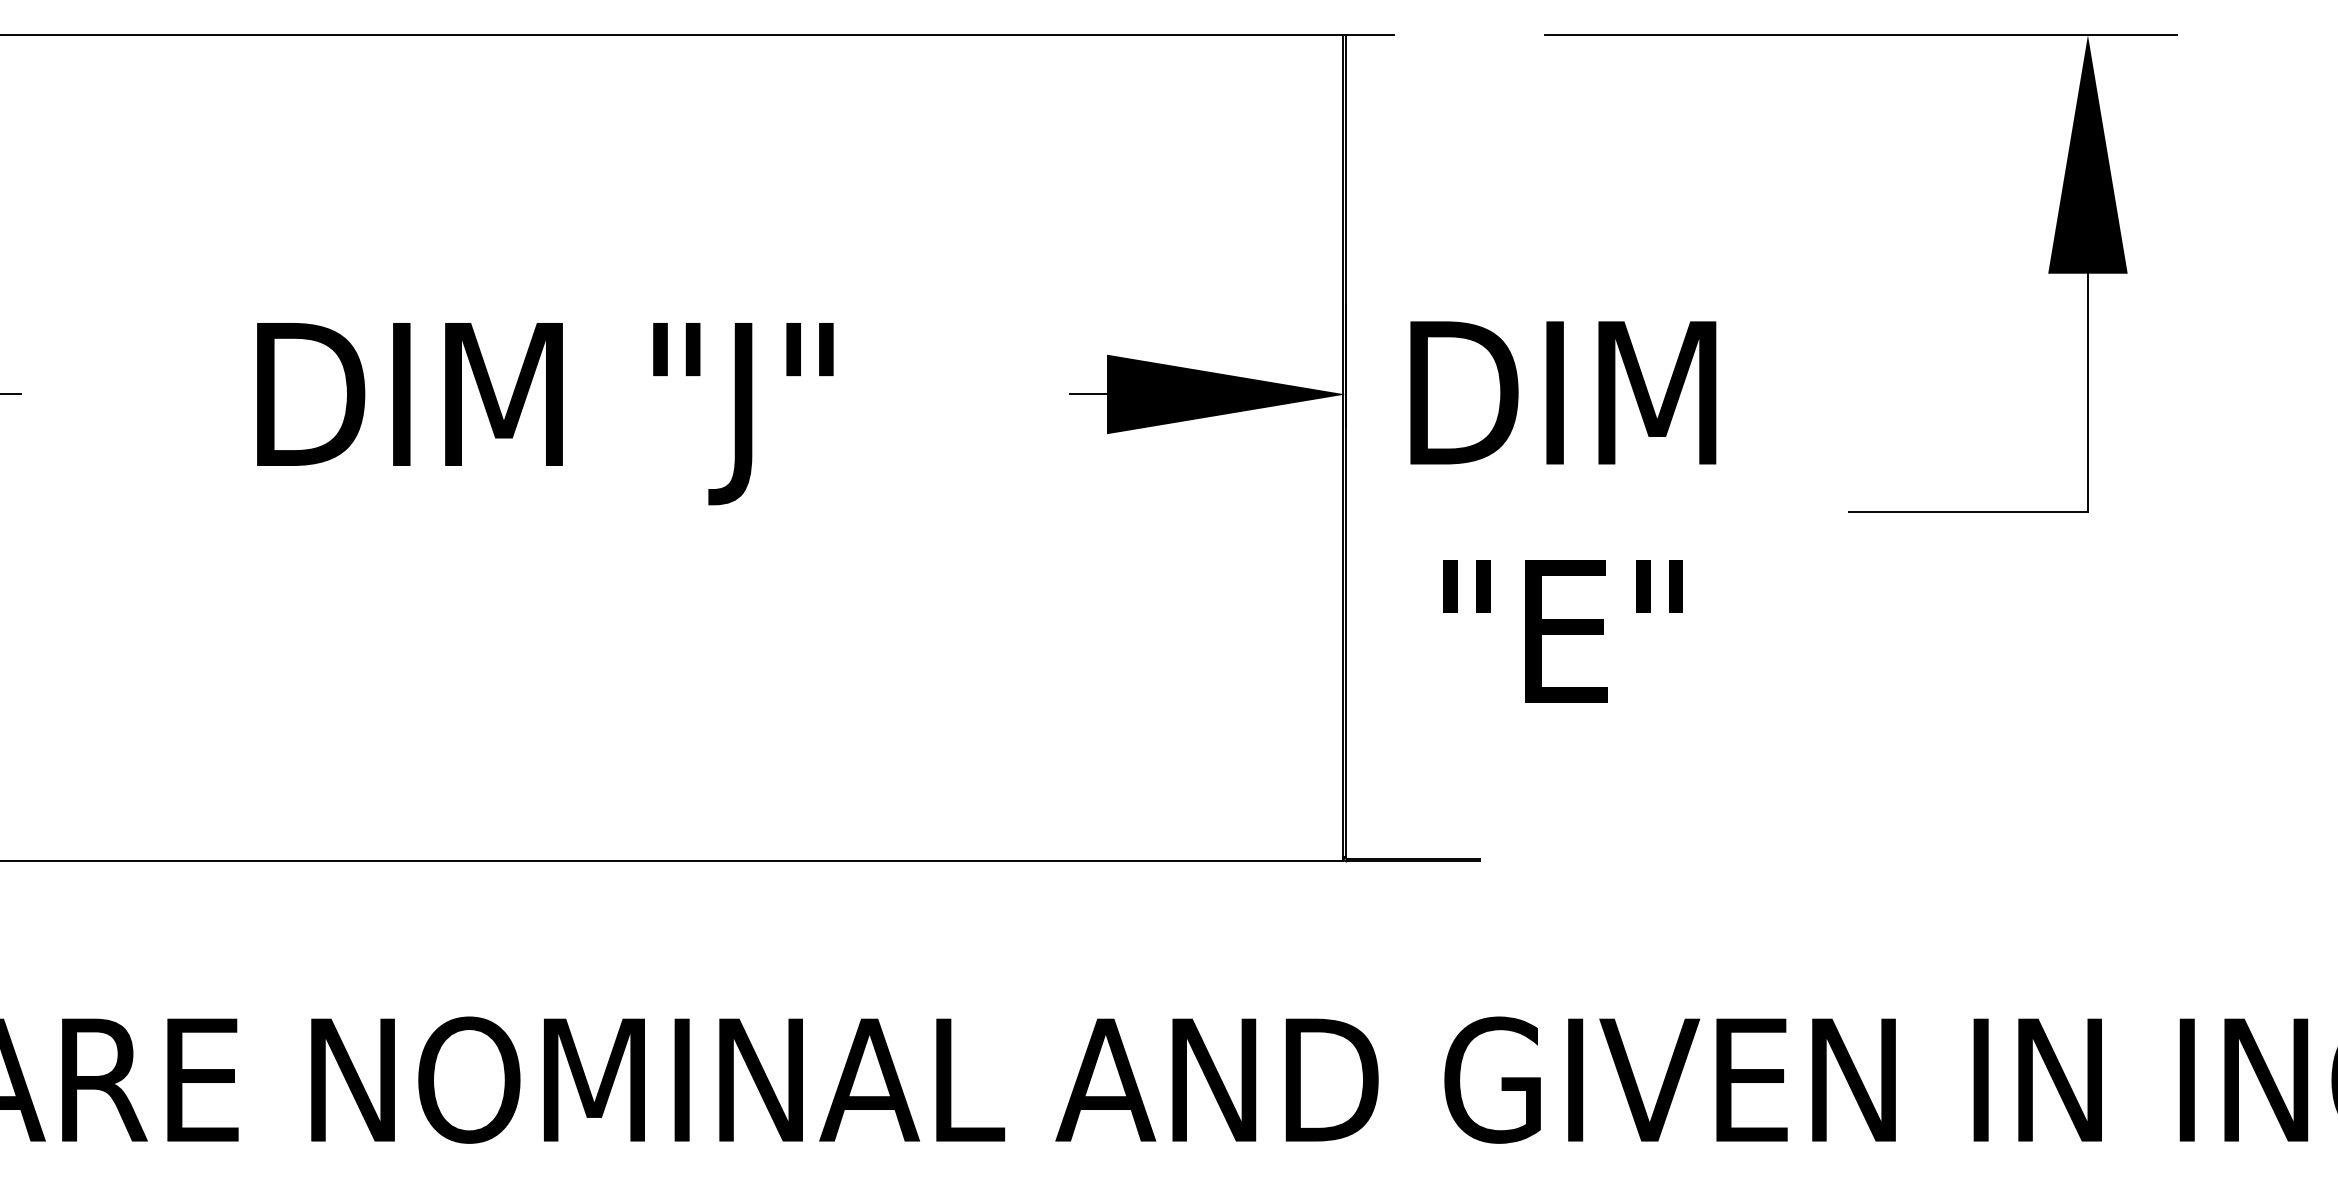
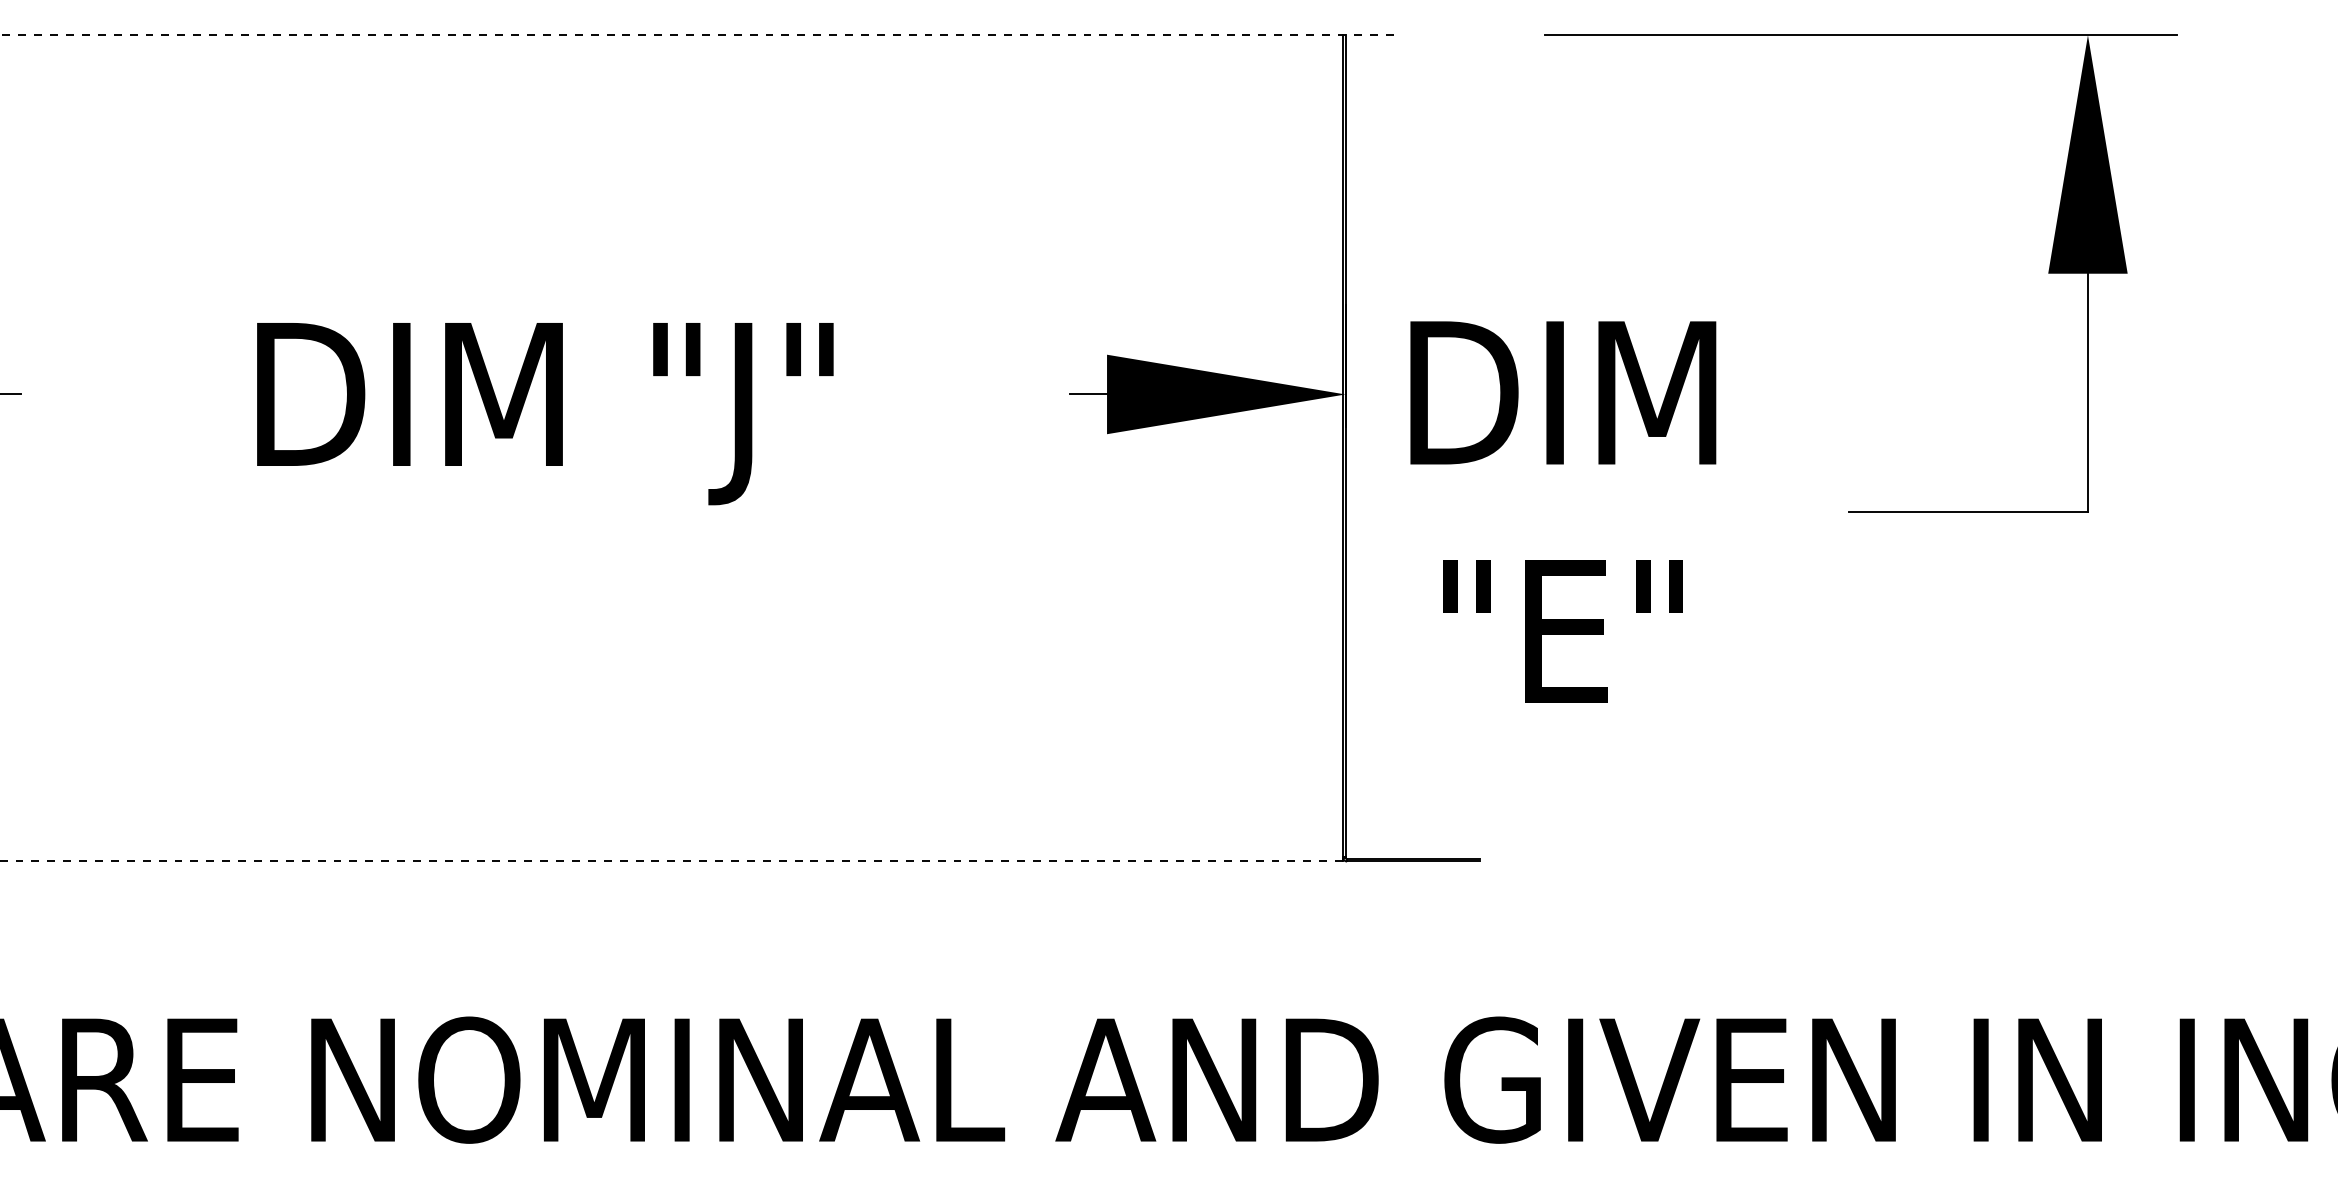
line at (696, 35): solid -> dashed
line at (671, 861): solid -> dashed
